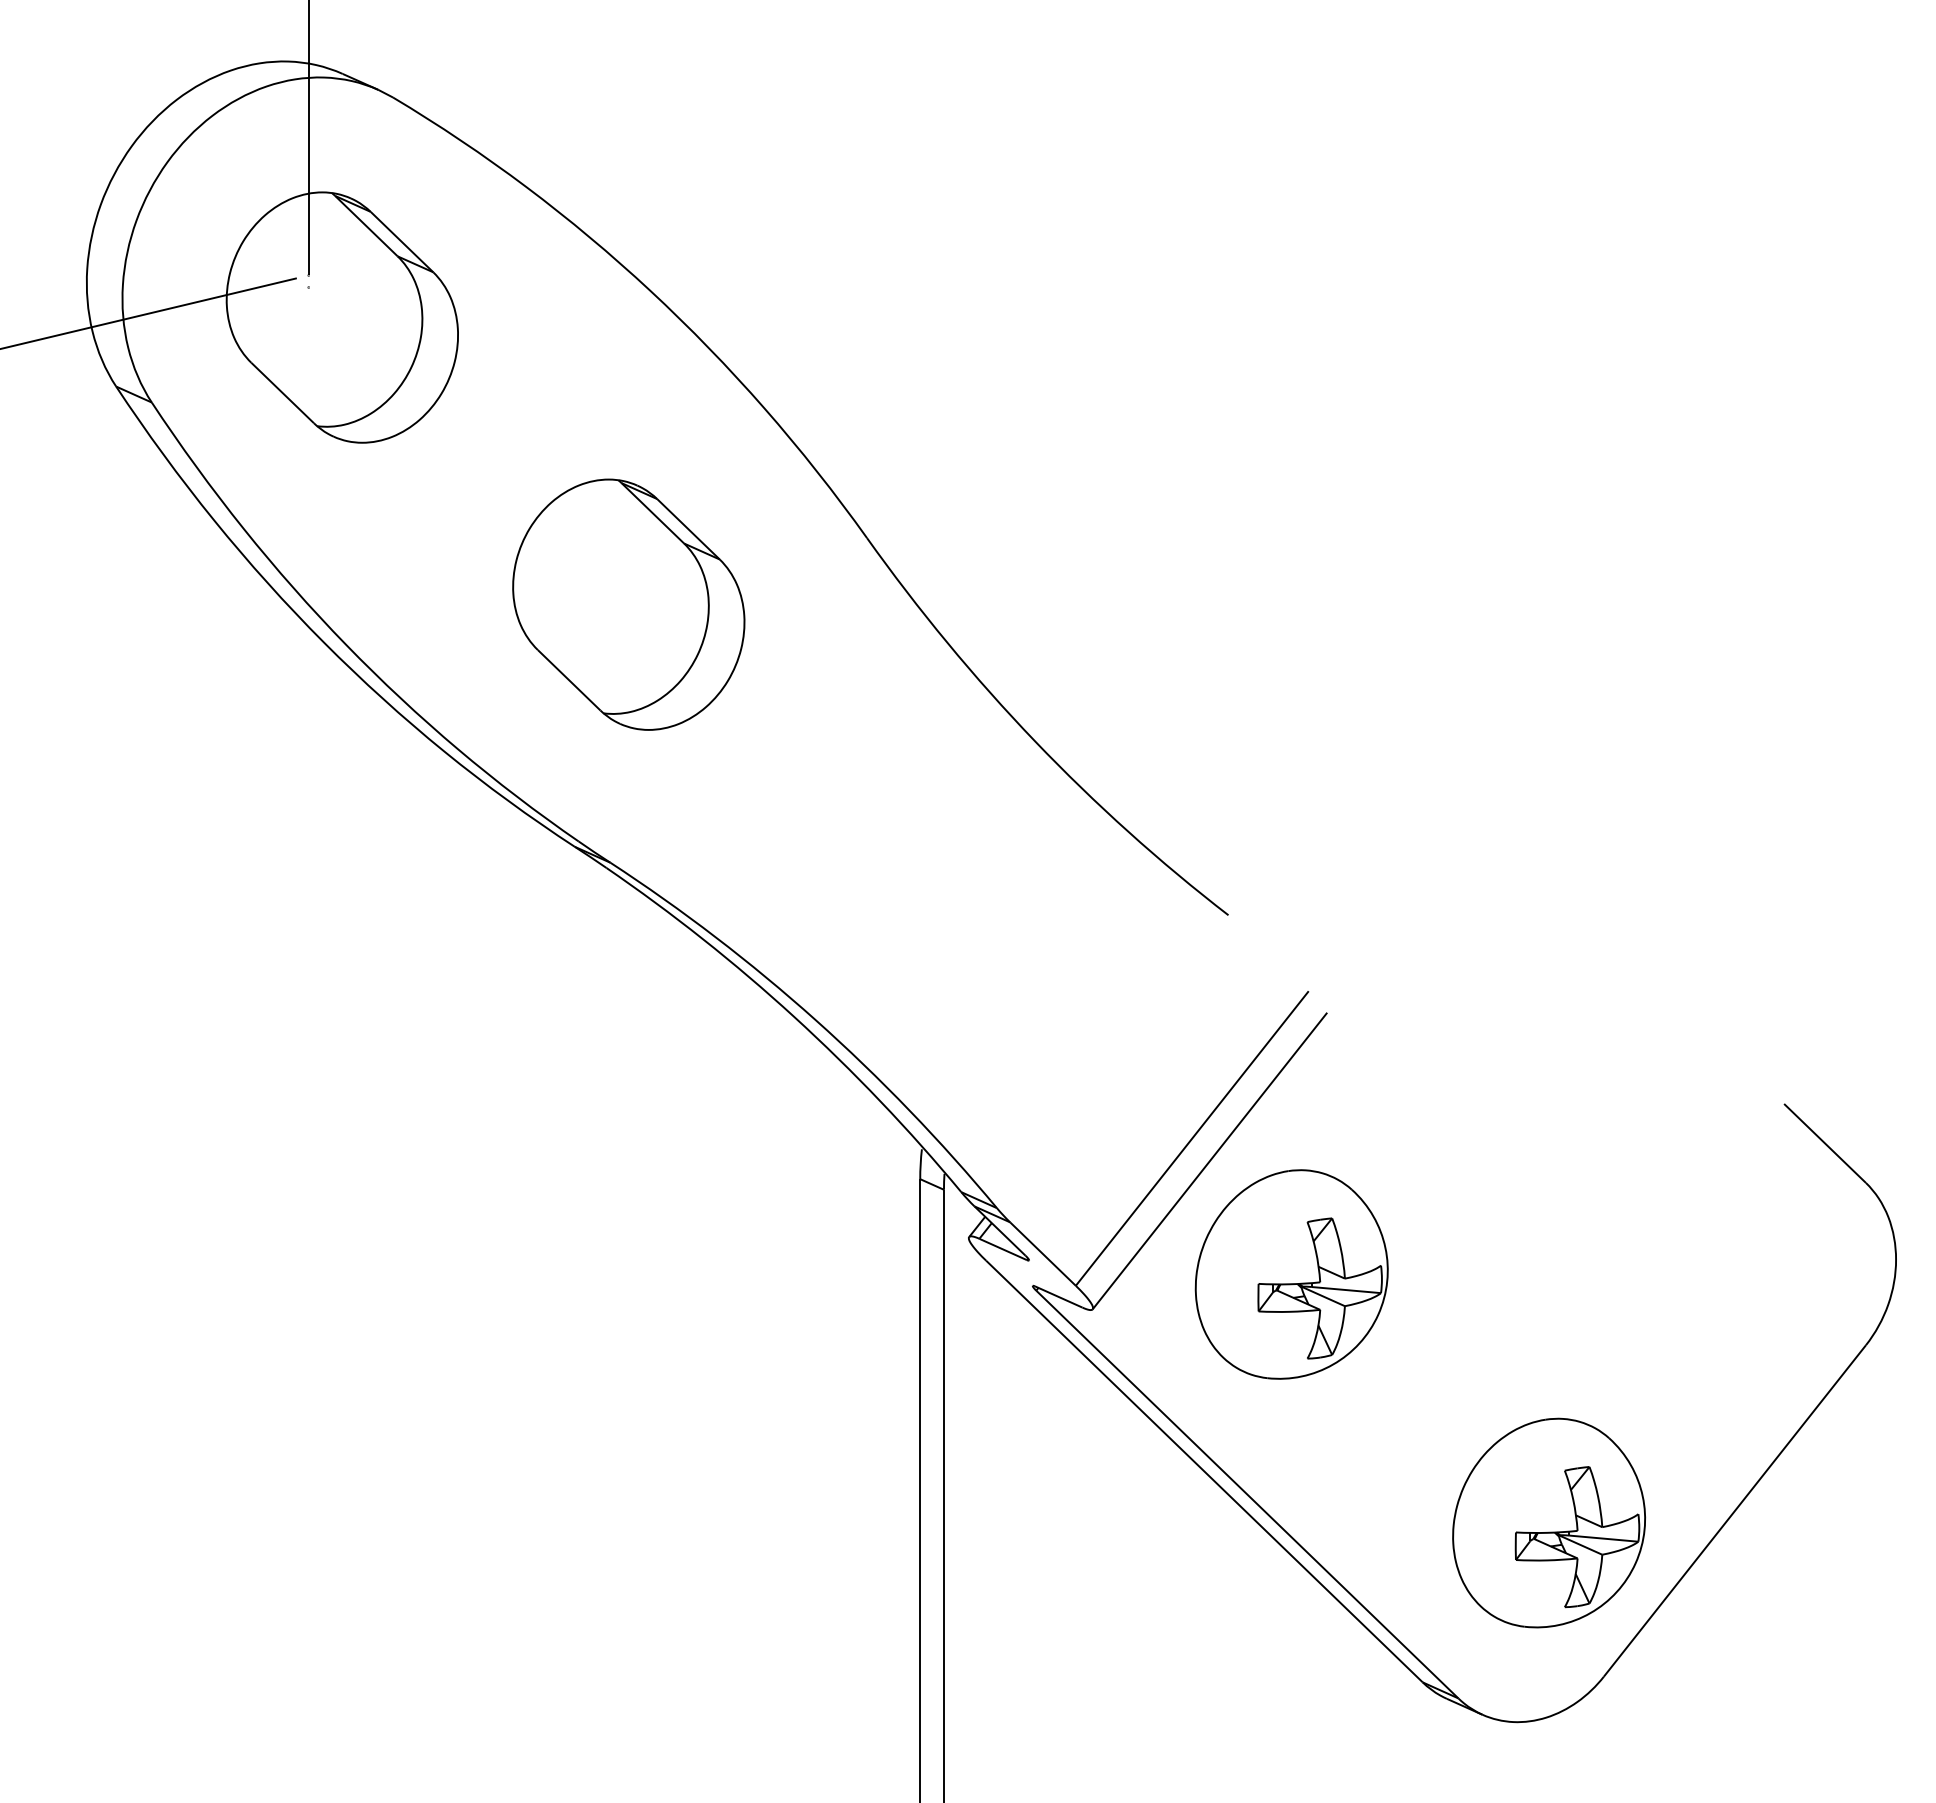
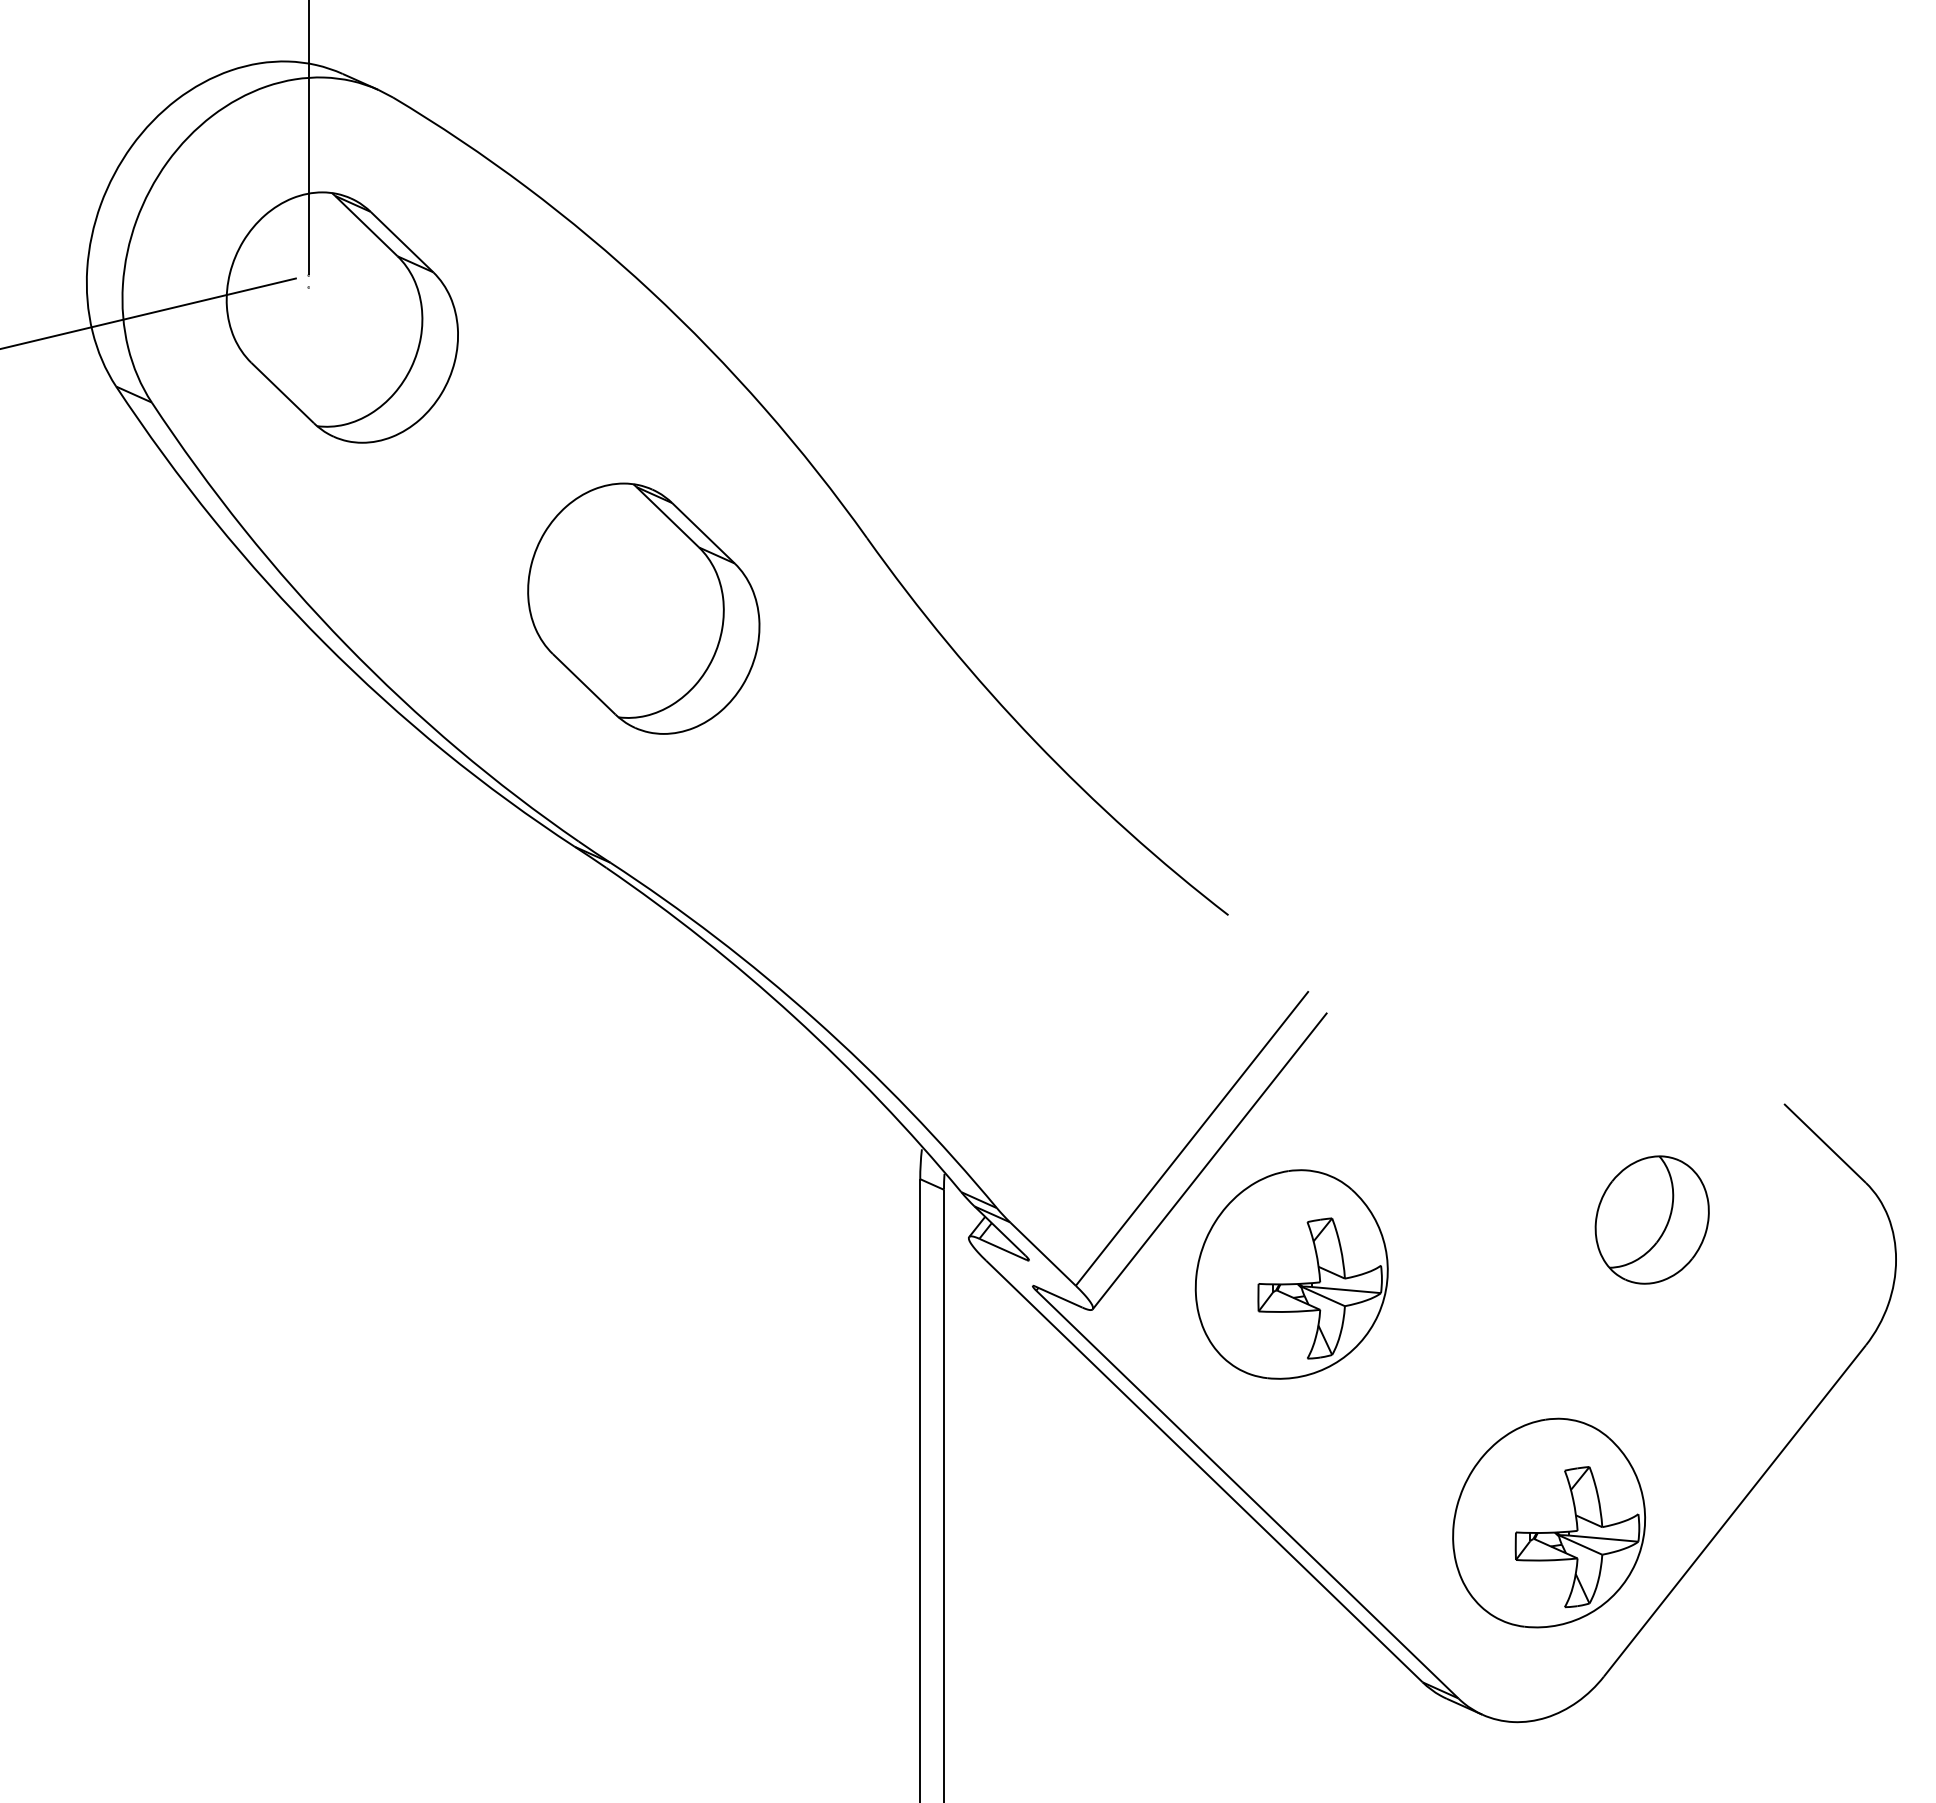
part at (628, 604) position: (628, 604) -> (643, 608)
part at (1651, 1219): none -> present
